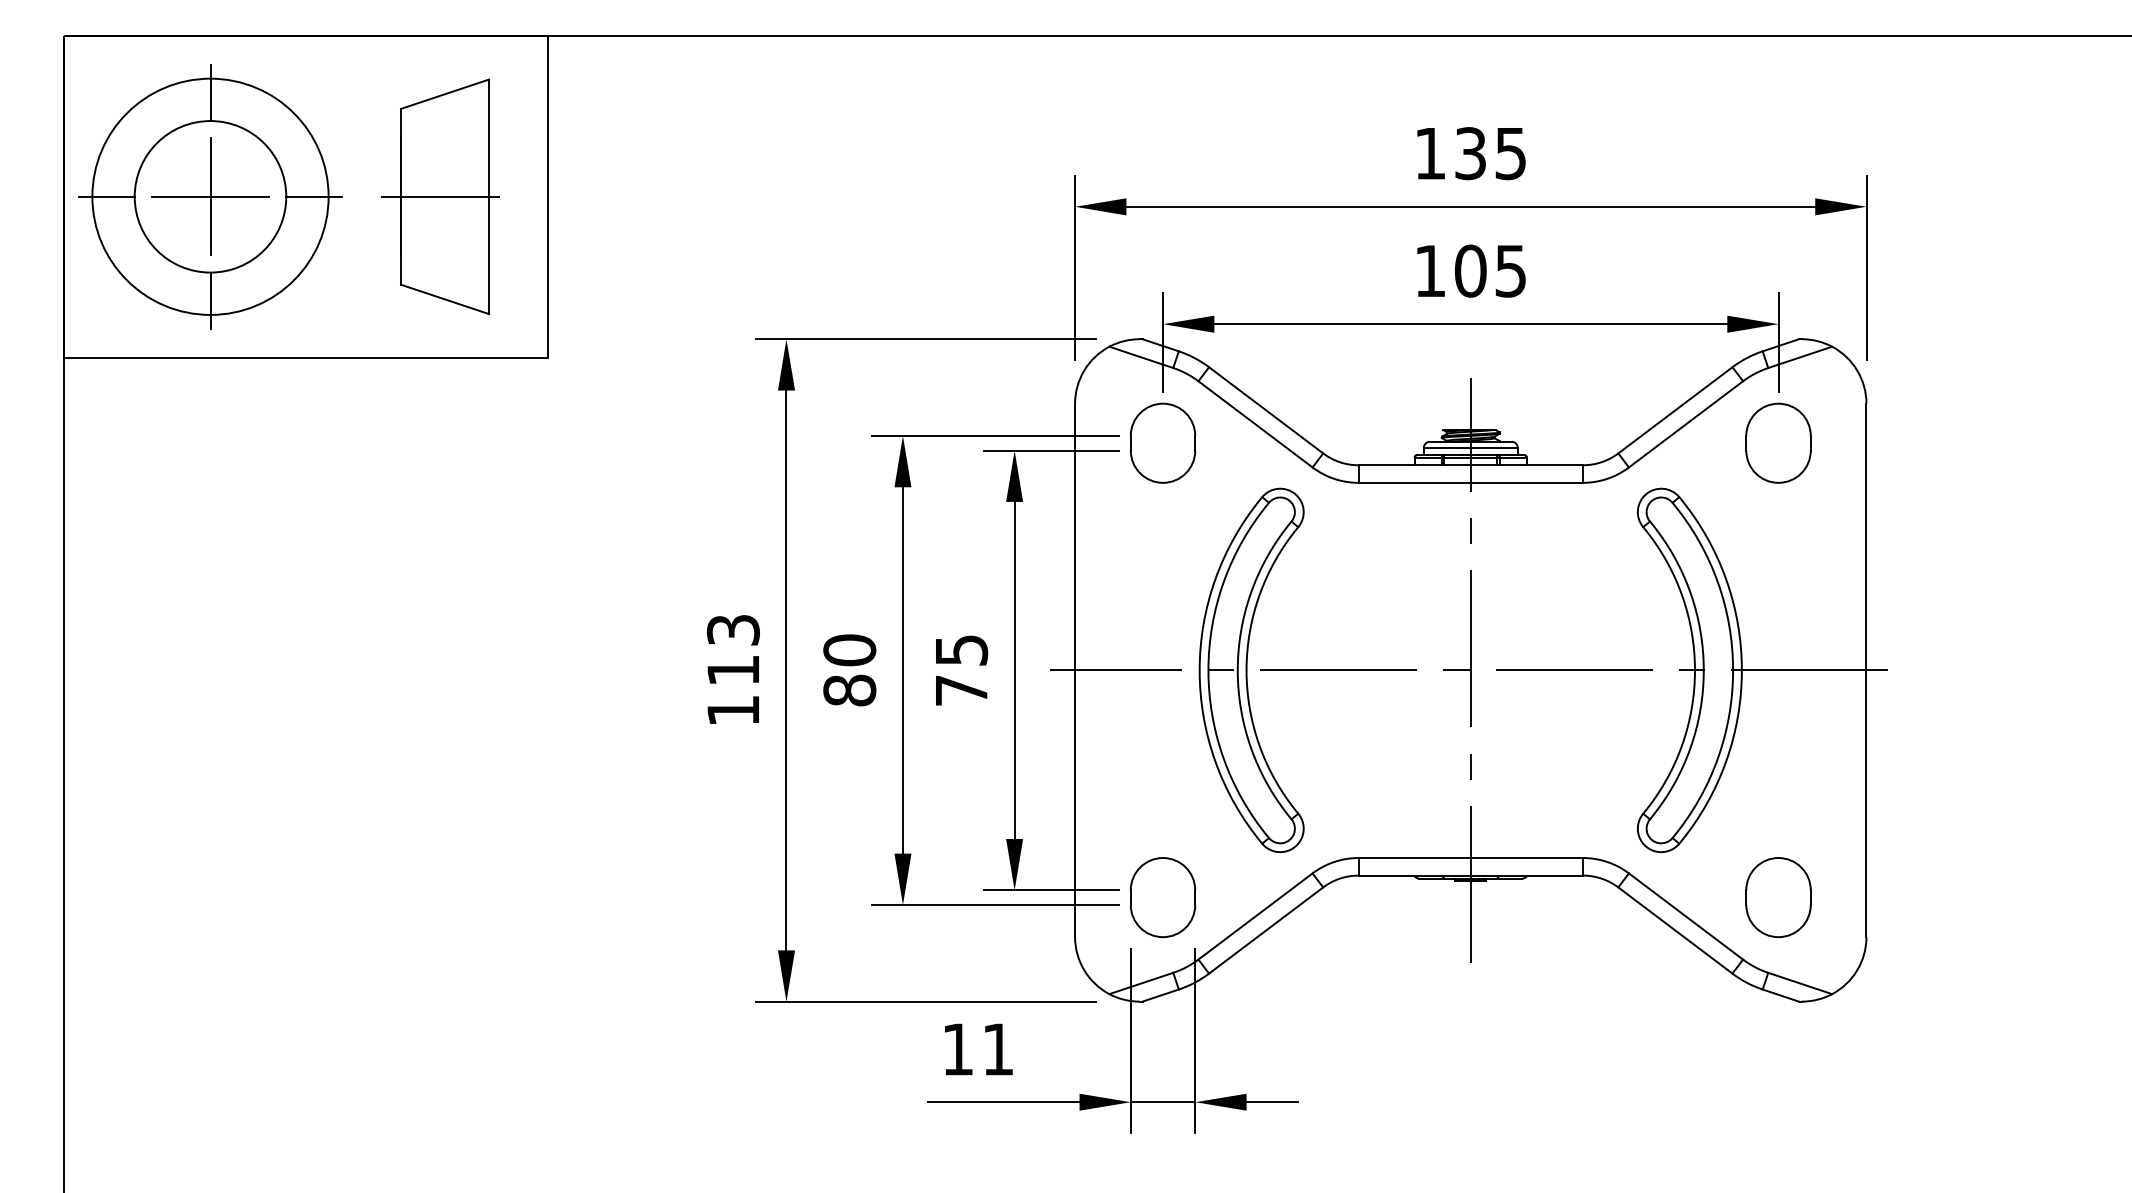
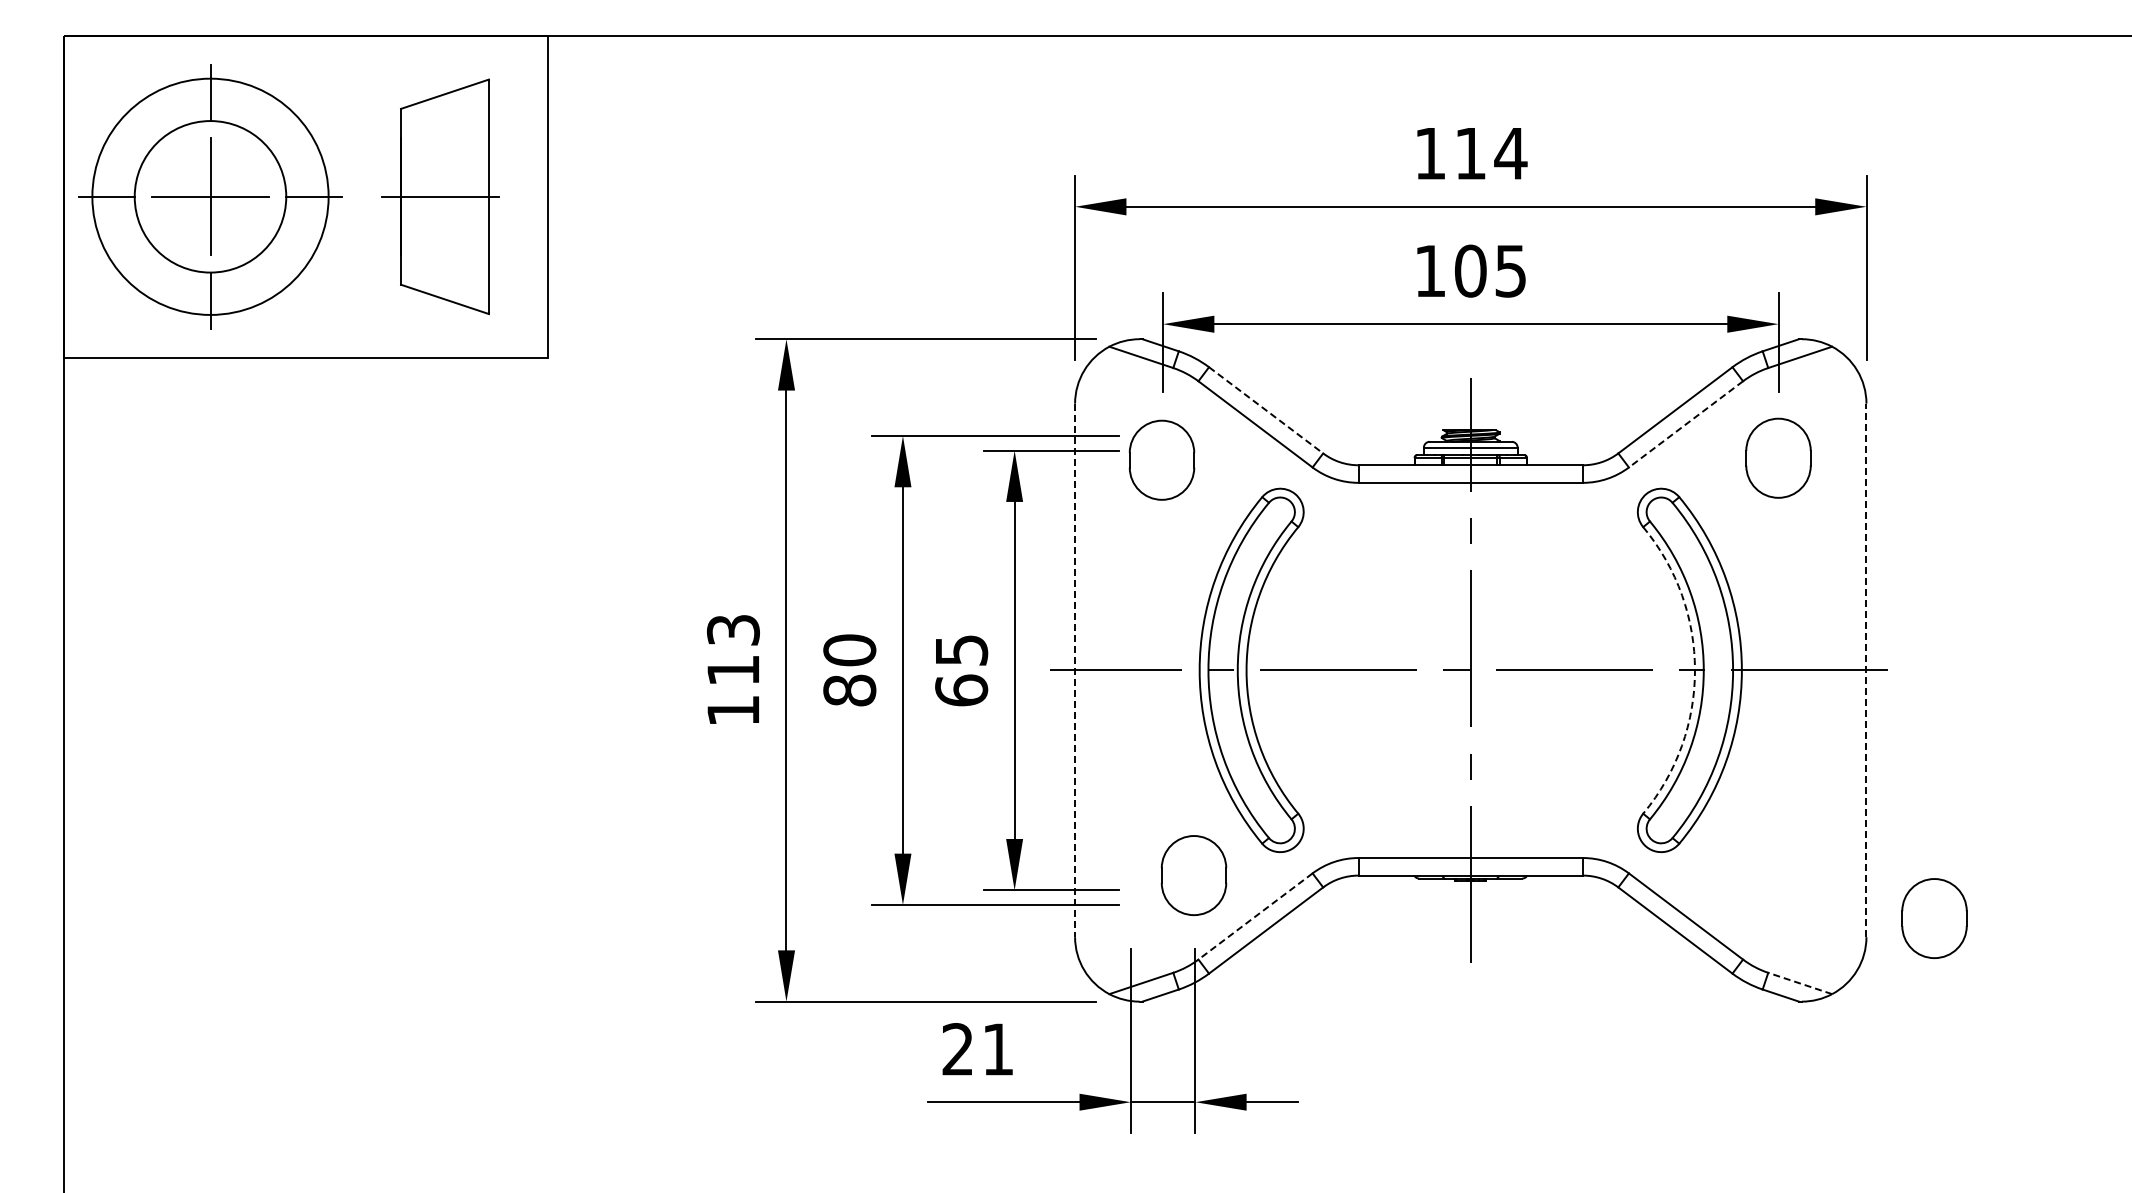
text at (1491, 153): 135 -> 114
line at (1266, 410): solid -> dashed
line at (1686, 424): solid -> dashed
part at (1162, 442) position: (1162, 442) -> (1161, 459)
part at (1778, 442) position: (1778, 442) -> (1778, 457)
line at (1075, 670): solid -> dashed
arc at (1694, 670): solid -> dashed
line at (1866, 670): solid -> dashed
text at (961, 690): 75 -> 65
part at (1162, 897) position: (1162, 897) -> (1193, 875)
part at (1778, 897) position: (1778, 897) -> (1934, 918)
line at (1255, 916): solid -> dashed
line at (1800, 983): solid -> dashed
text at (957, 1049): 11 -> 21
